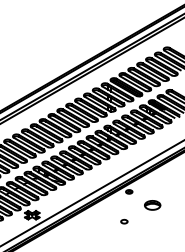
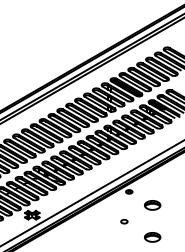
part at (152, 237): none -> present
